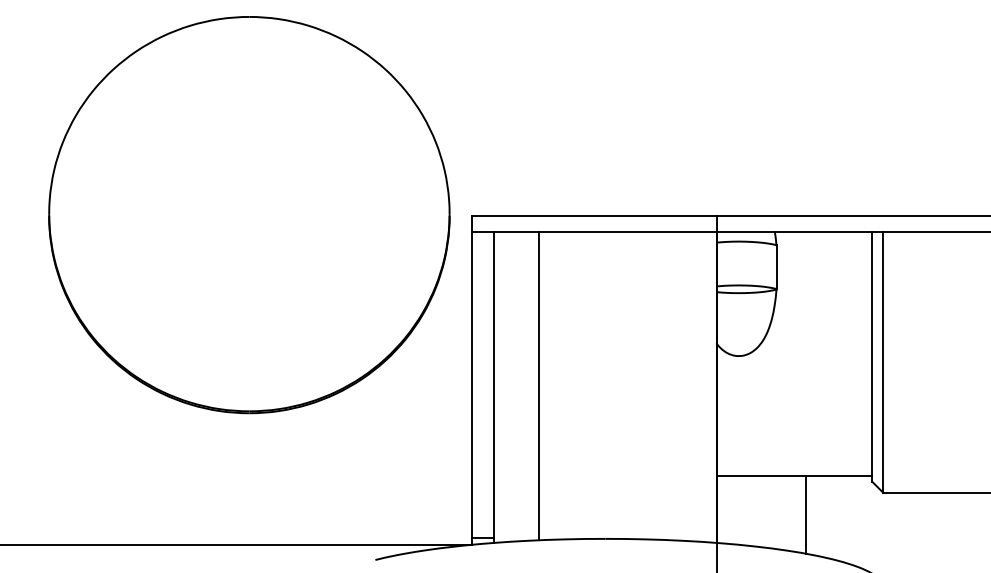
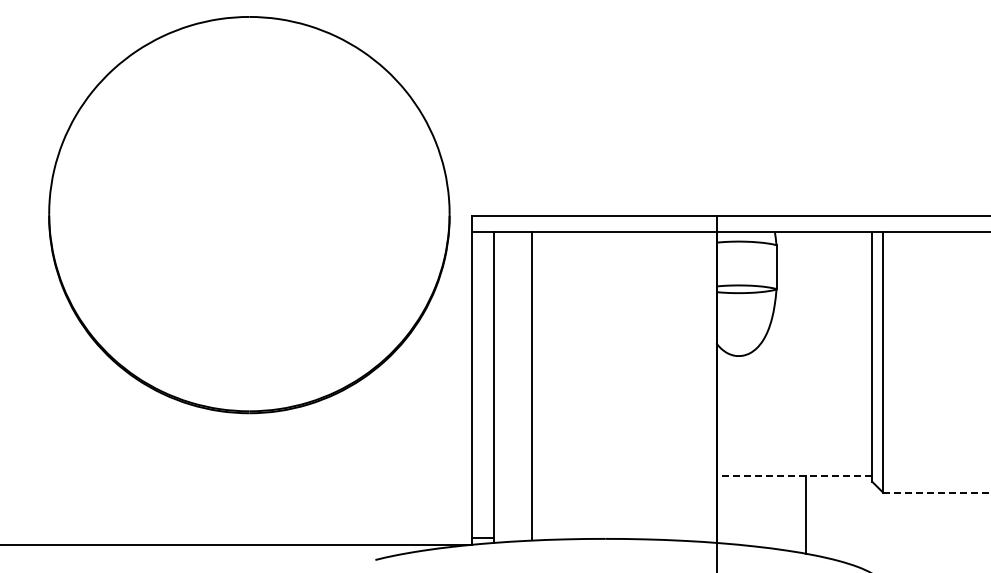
line at (538, 385) position: (538, 385) -> (531, 385)
line at (794, 476): solid -> dashed
line at (937, 492): solid -> dashed
